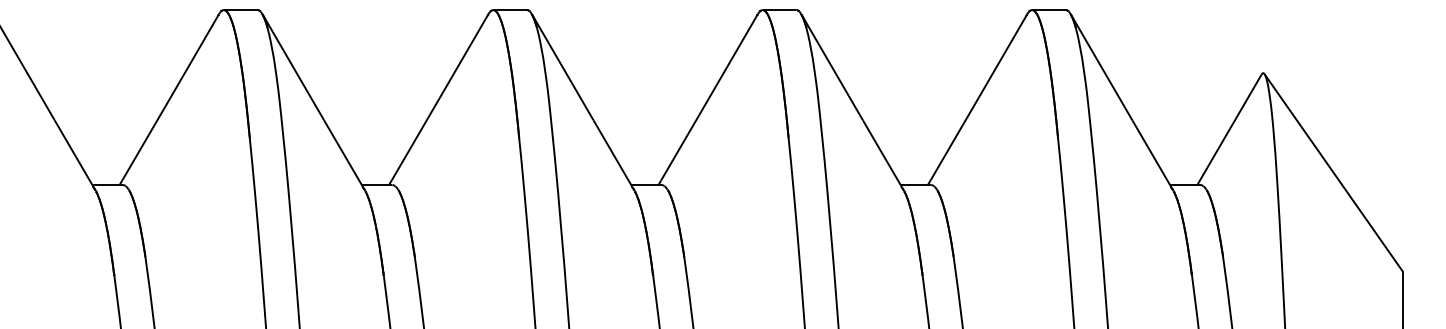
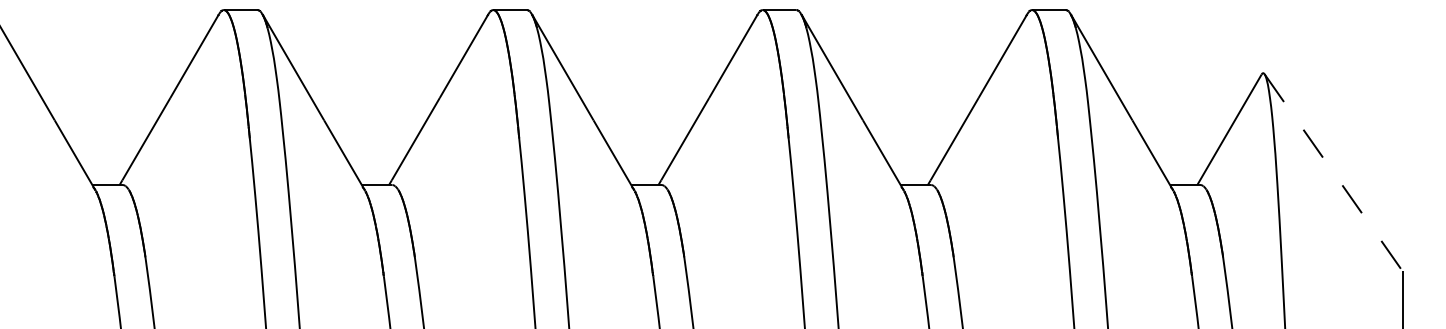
line at (1333, 173): solid -> dashed
